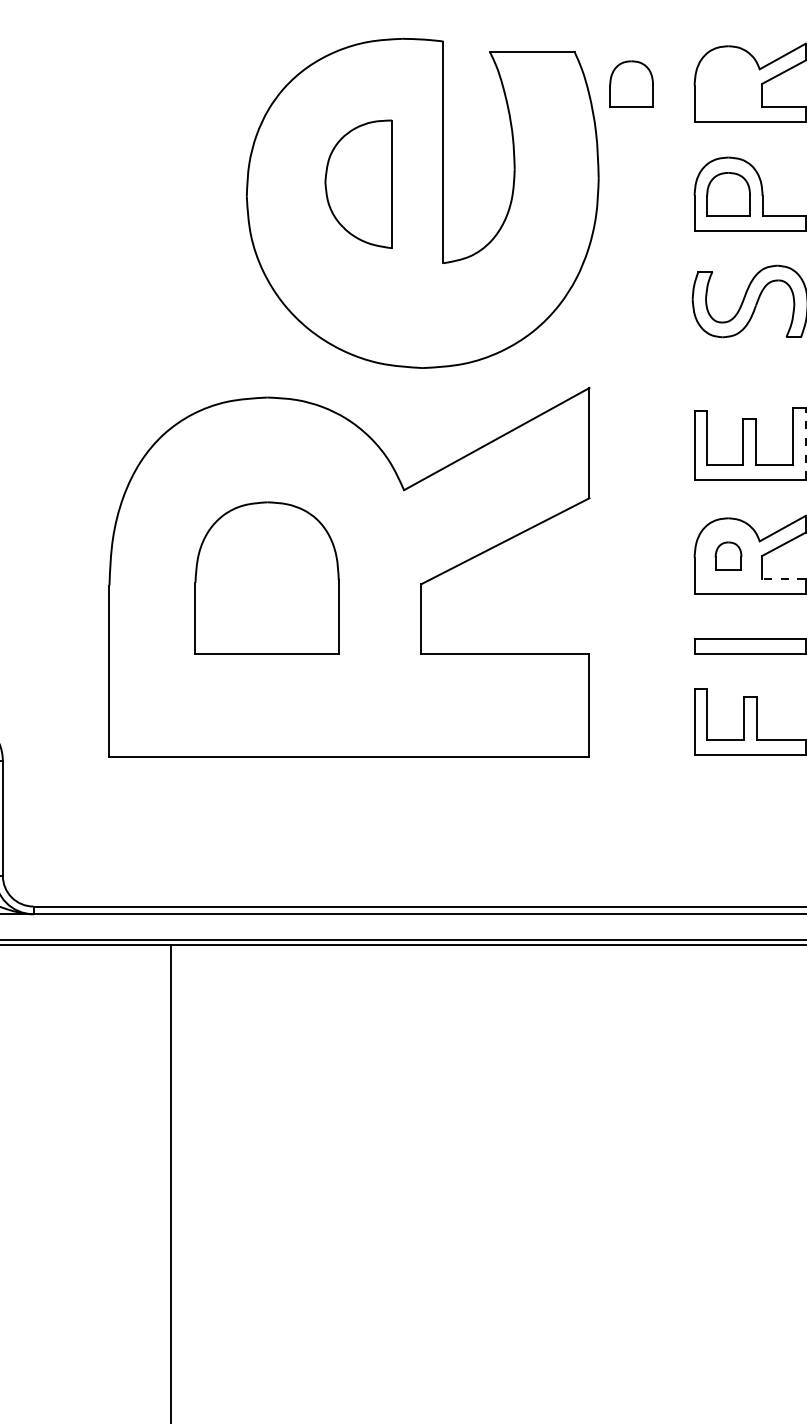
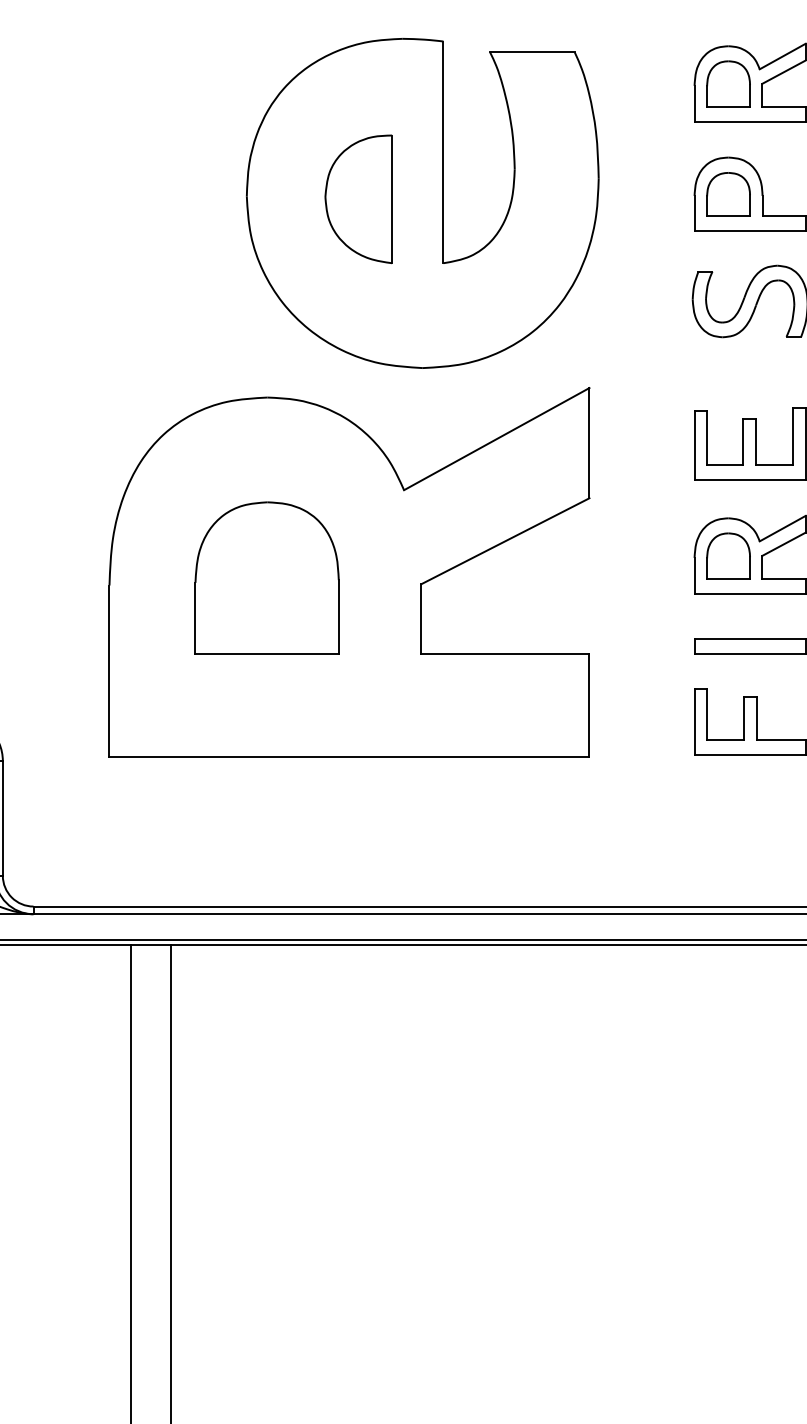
part at (631, 83) position: (631, 83) -> (728, 83)
part at (358, 184) position: (358, 184) -> (358, 199)
line at (805, 444): dashed -> solid
part at (728, 555) size: 29x30 px -> 45x48 px
line at (784, 579): dashed -> solid
line at (131, 1182): none -> present
